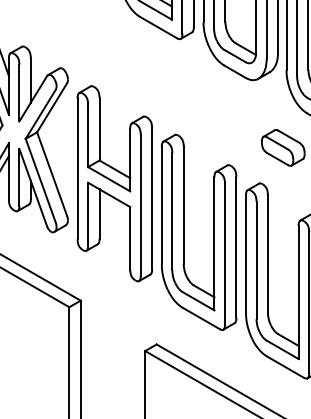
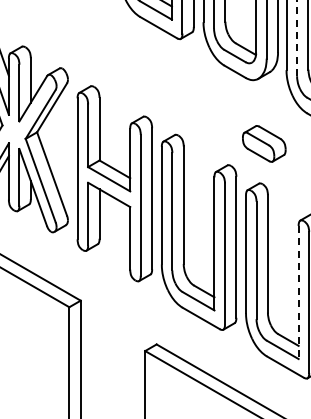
line at (297, 38): solid -> dashed
part at (283, 147) position: (283, 147) -> (264, 143)
line at (298, 292): solid -> dashed
